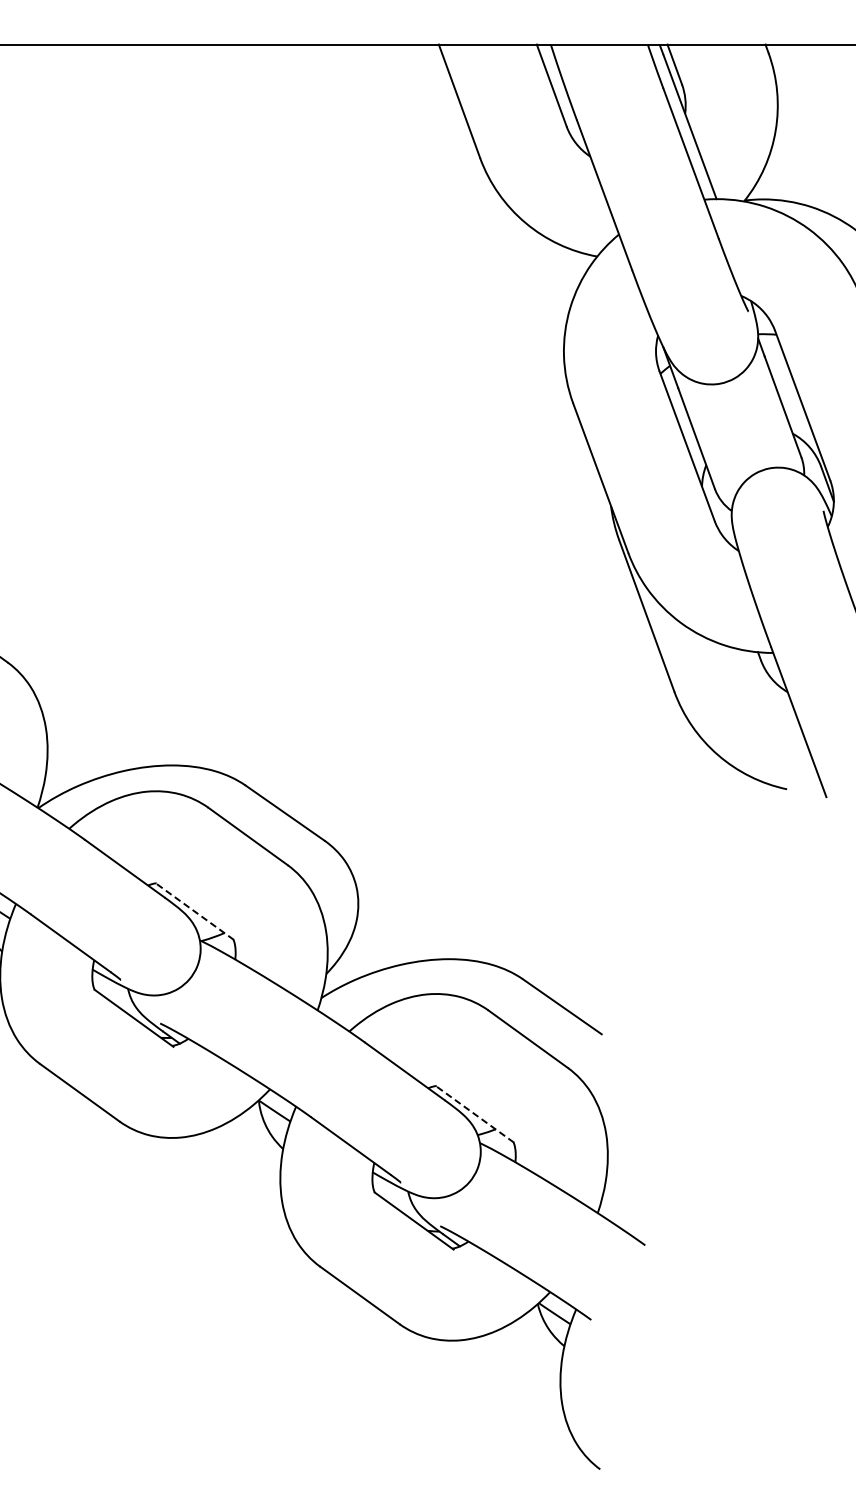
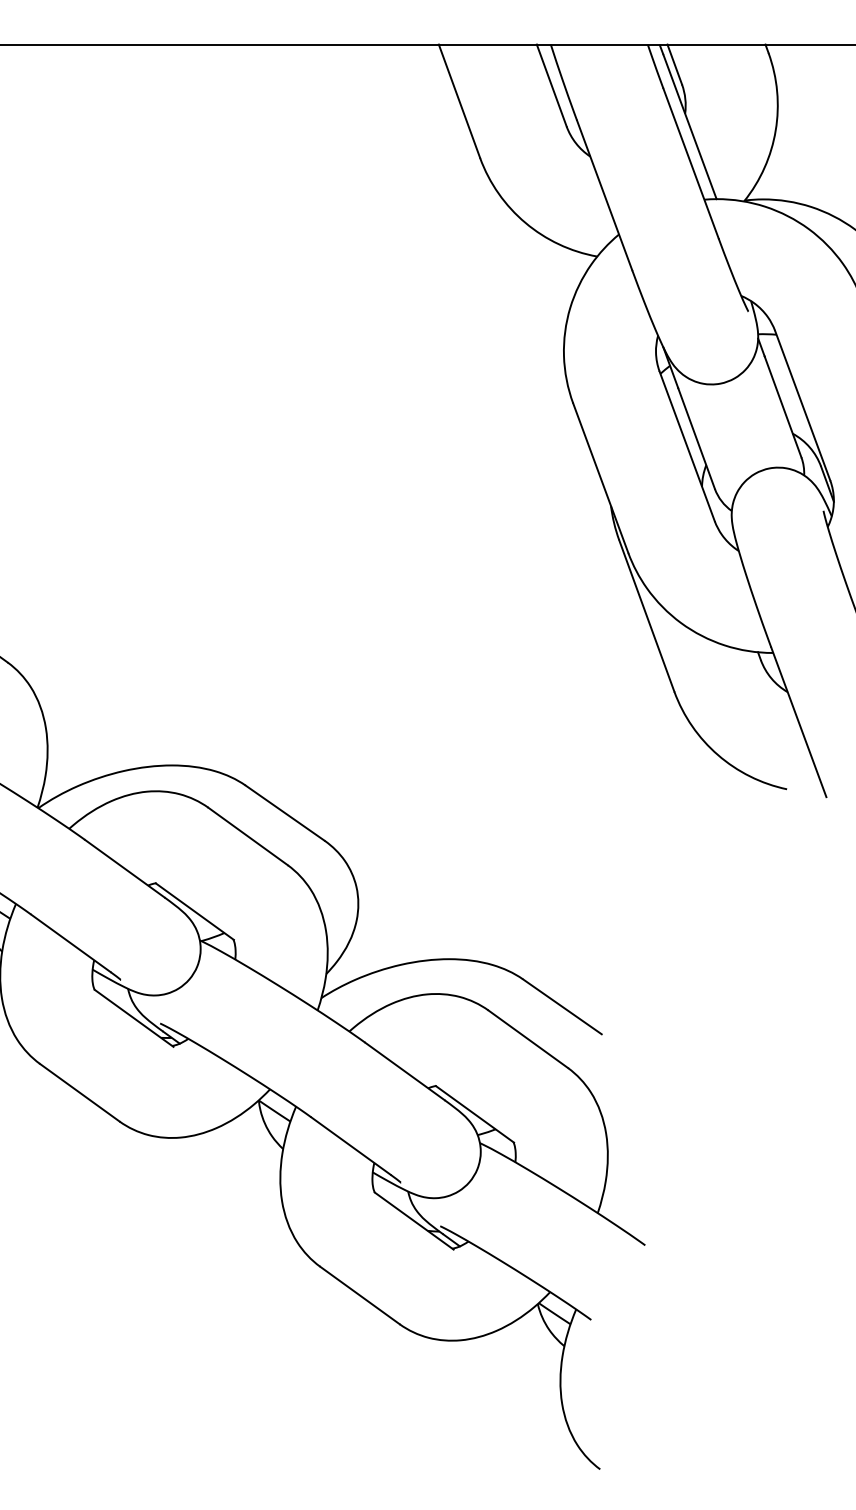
line at (194, 911): dashed -> solid
line at (474, 1114): dashed -> solid
